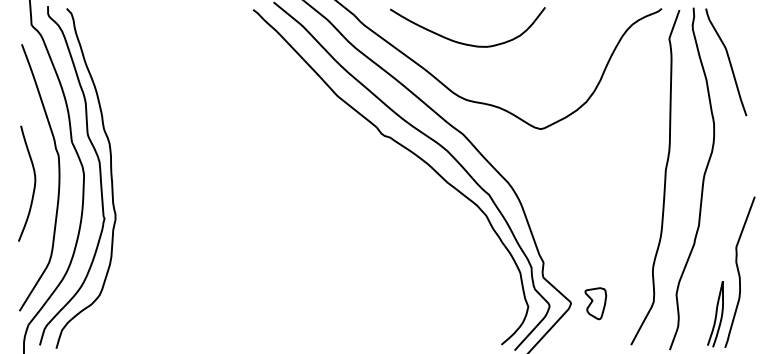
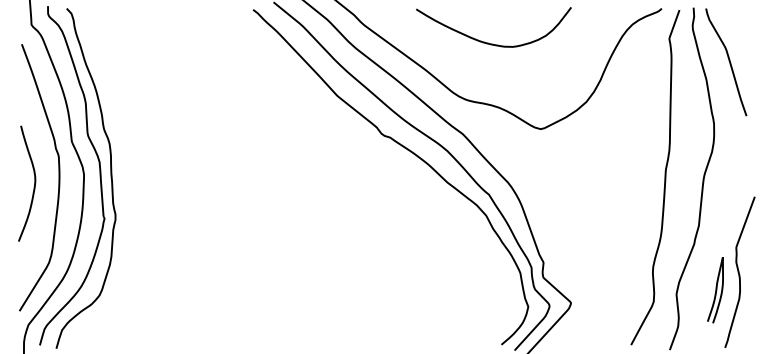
curve at (462, 42) position: (462, 42) -> (488, 42)
part at (595, 303): present -> none
curve at (715, 314) position: (715, 314) -> (715, 290)
